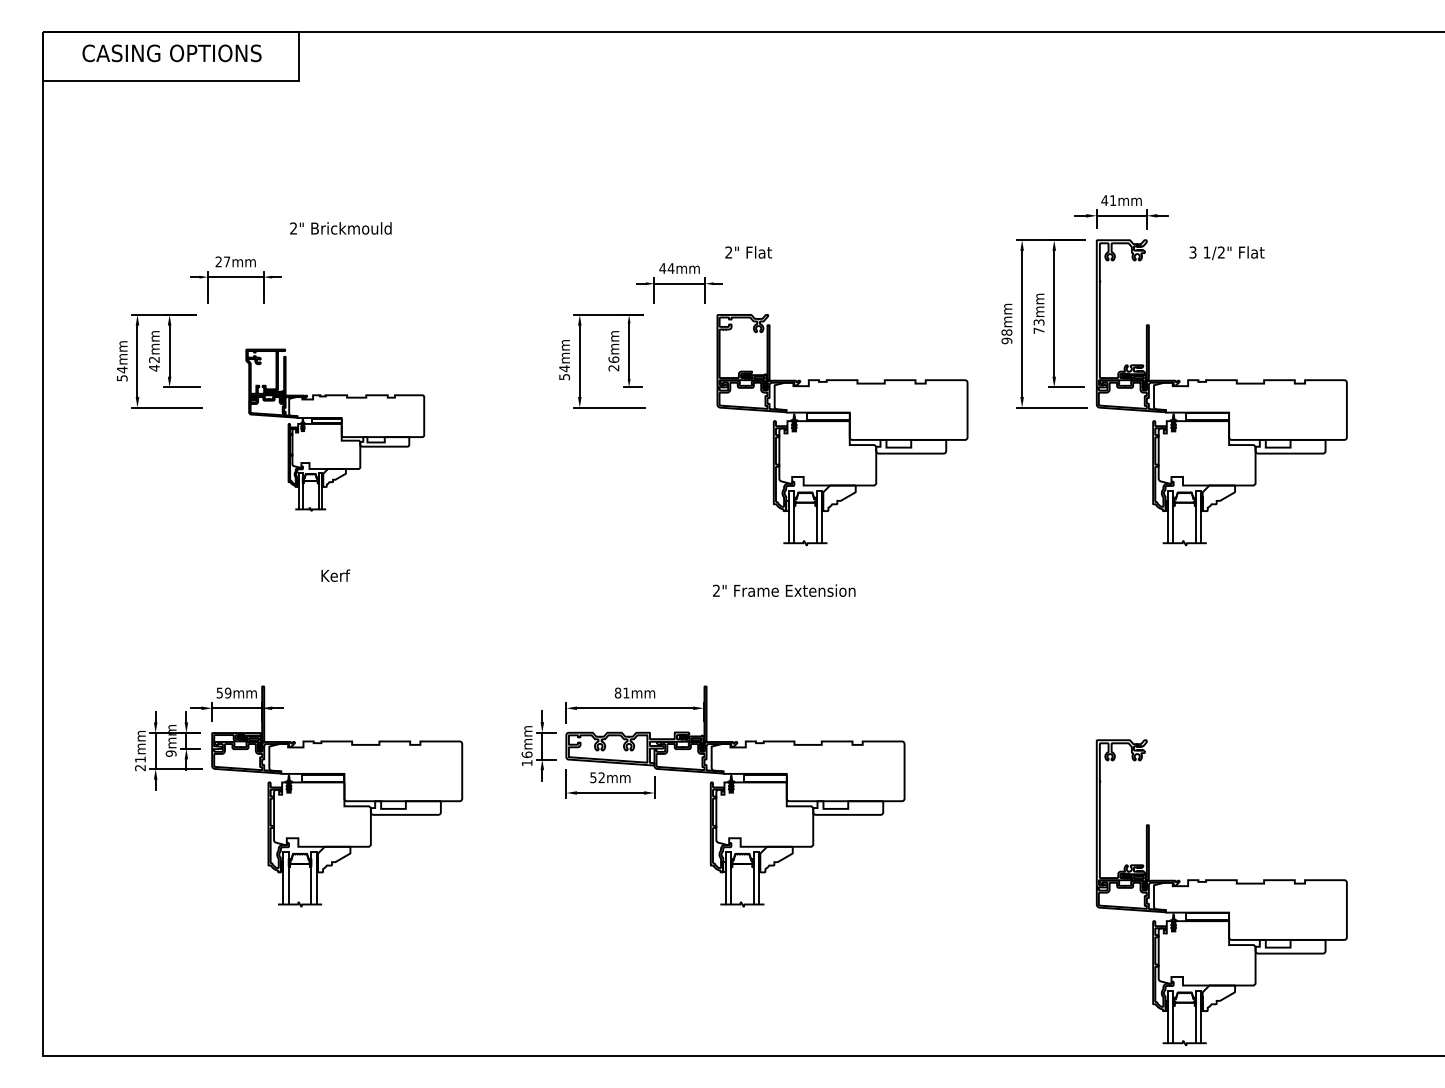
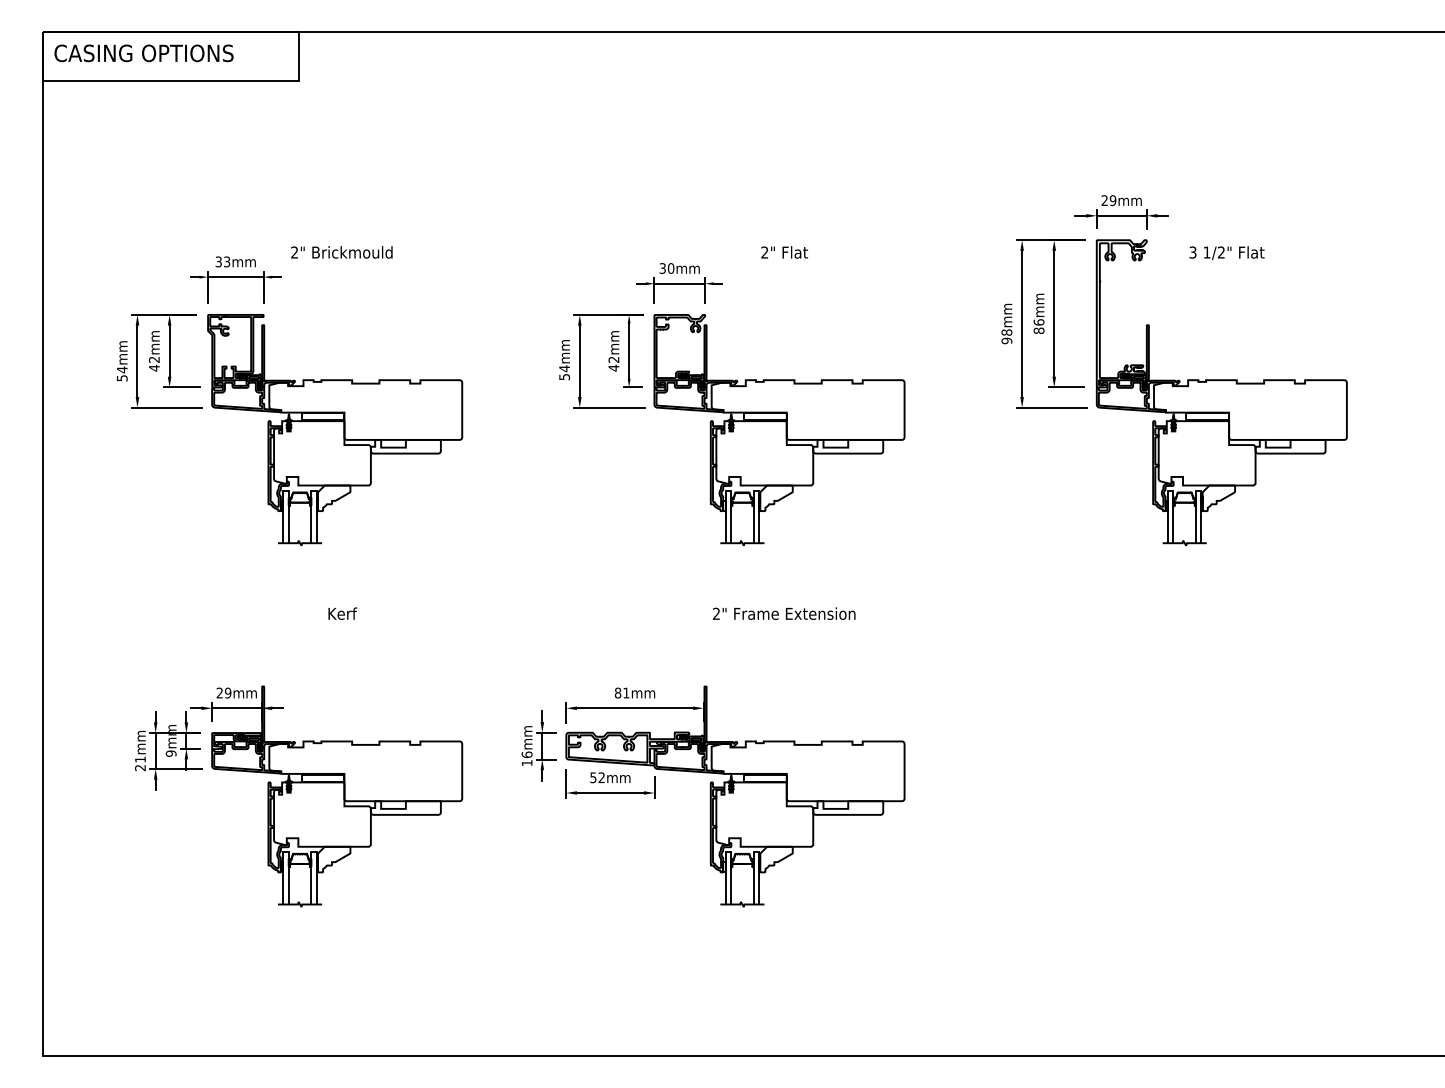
text at (171, 53) position: (171, 53) -> (143, 53)
text at (1108, 200): 41mm -> 29mm
text at (340, 228) position: (340, 228) -> (341, 252)
text at (748, 252) position: (748, 252) -> (784, 252)
text at (222, 261): 27mm -> 33mm
text at (666, 268): 44mm -> 30mm
text at (1038, 326): 73mm -> 86mm
text at (613, 363): 26mm -> 42mm
part at (335, 429) size: 181x164 px -> 257x233 px
part at (842, 430) position: (842, 430) -> (779, 430)
text at (335, 575) position: (335, 575) -> (342, 613)
text at (784, 590) position: (784, 590) -> (784, 613)
text at (219, 692): 59mm -> 29mm
part at (1221, 892): present -> none
